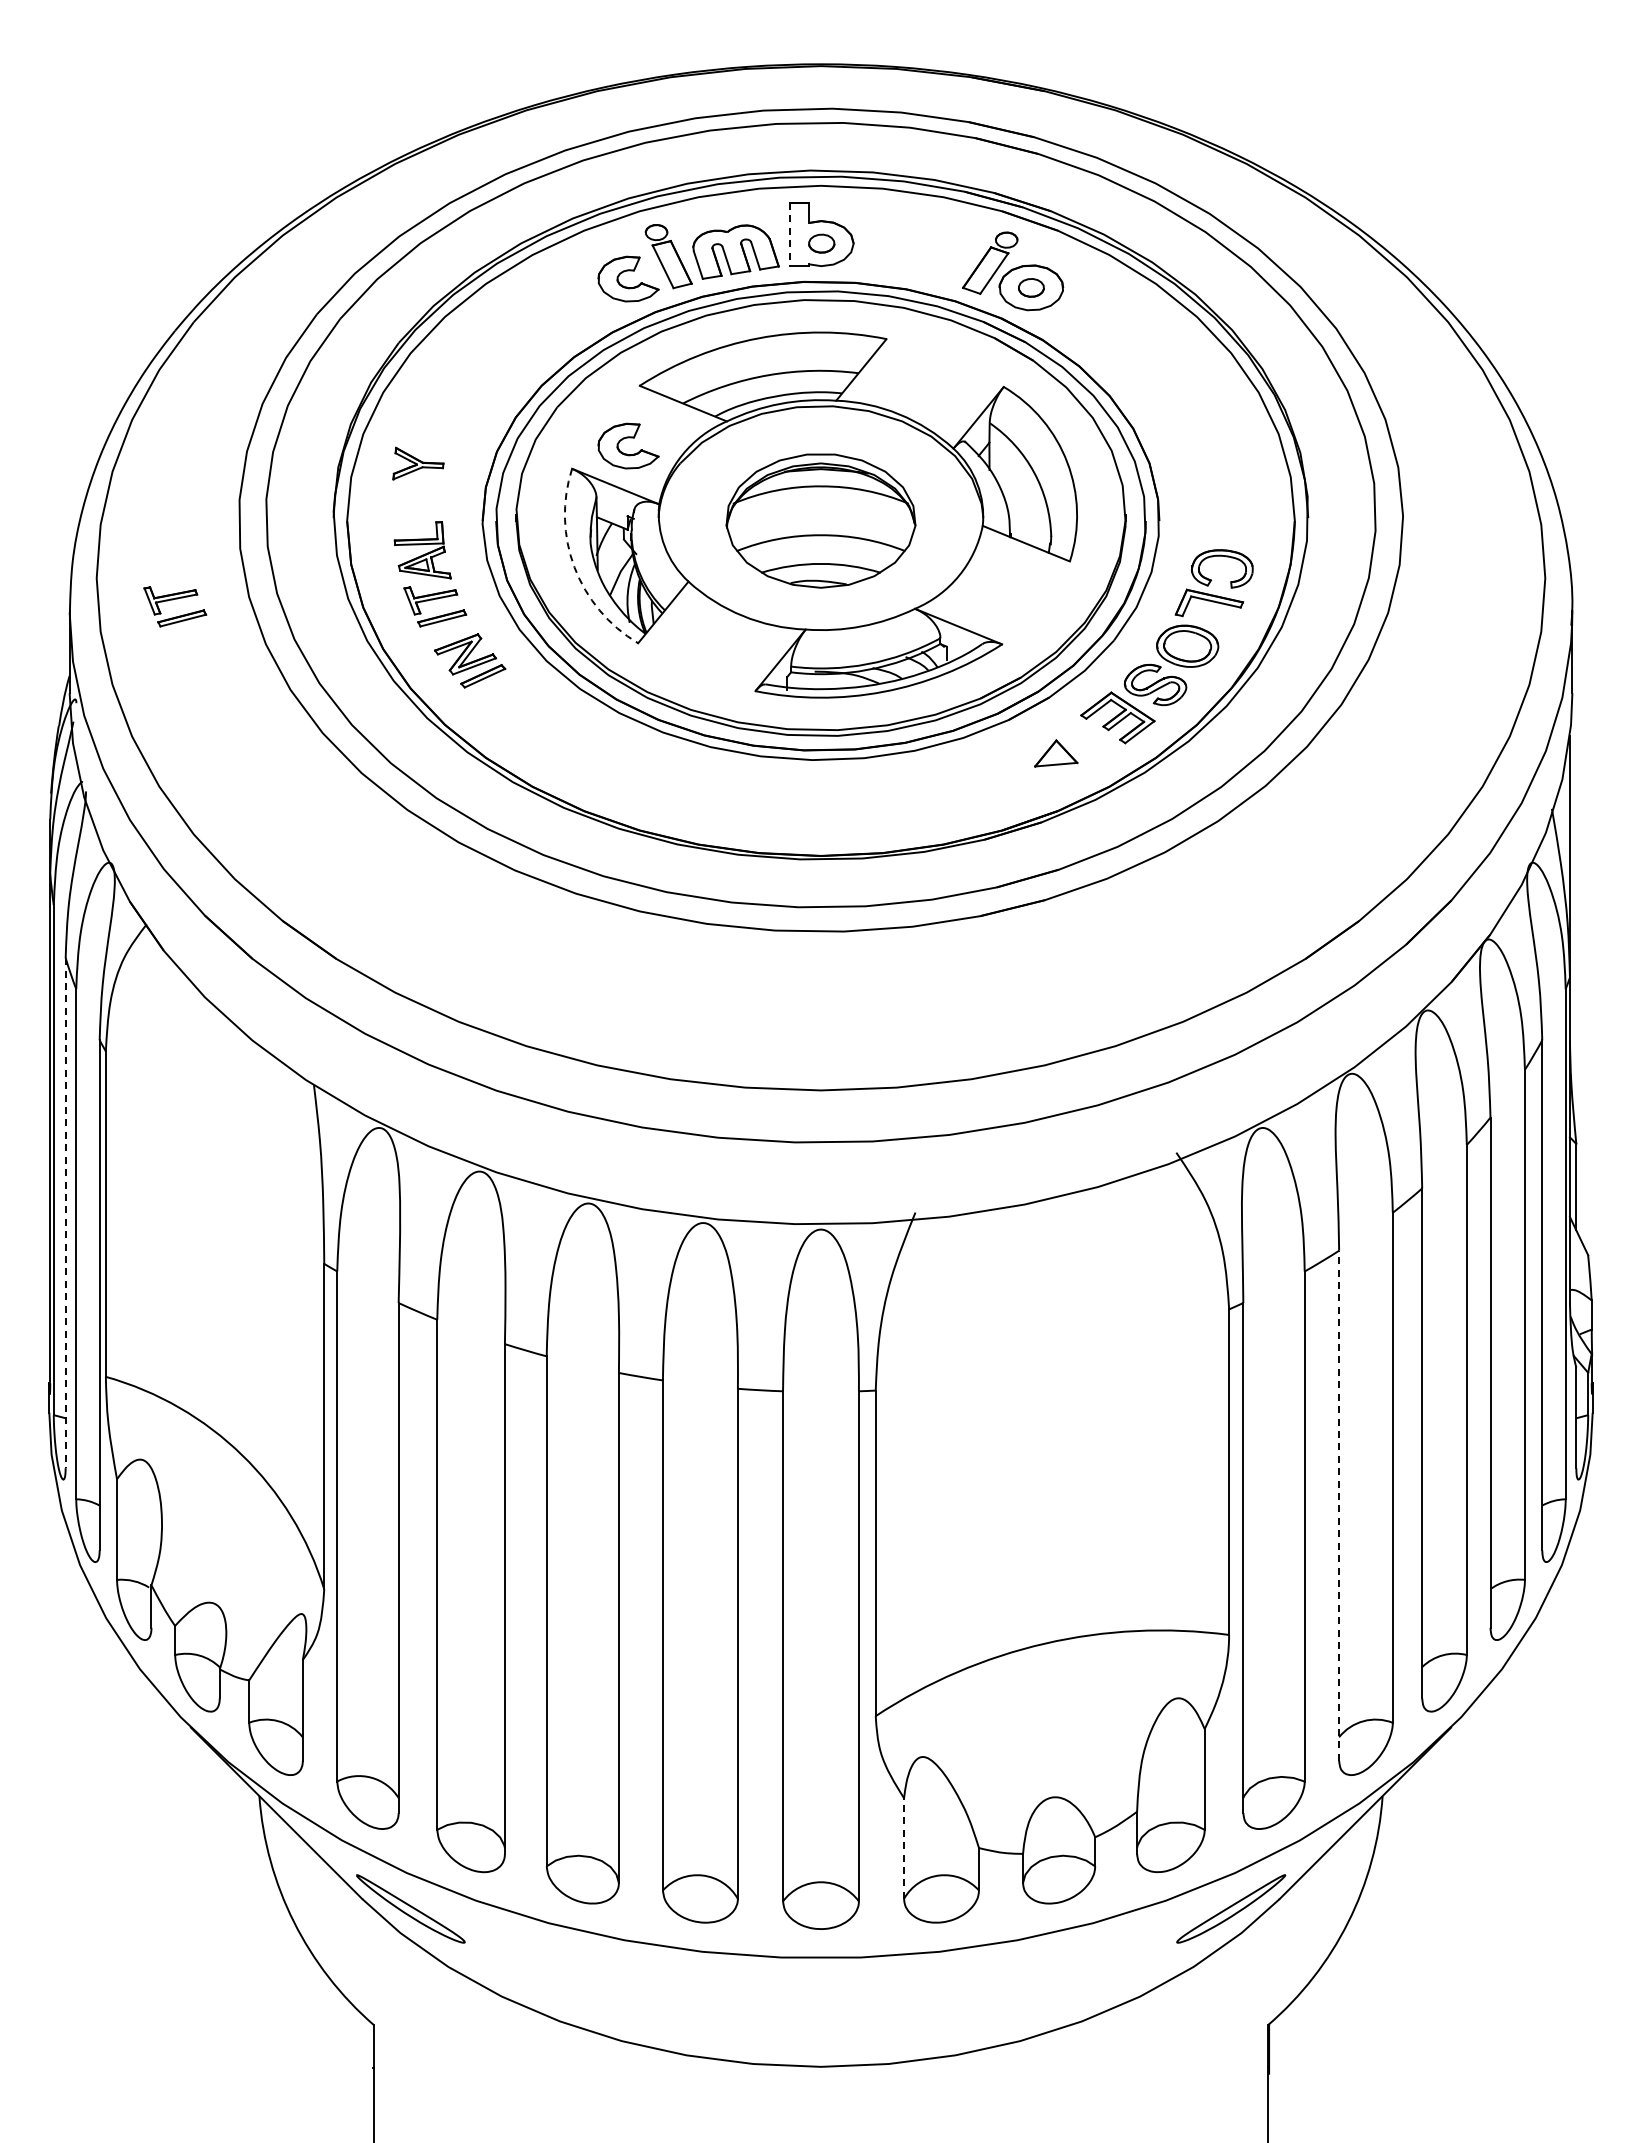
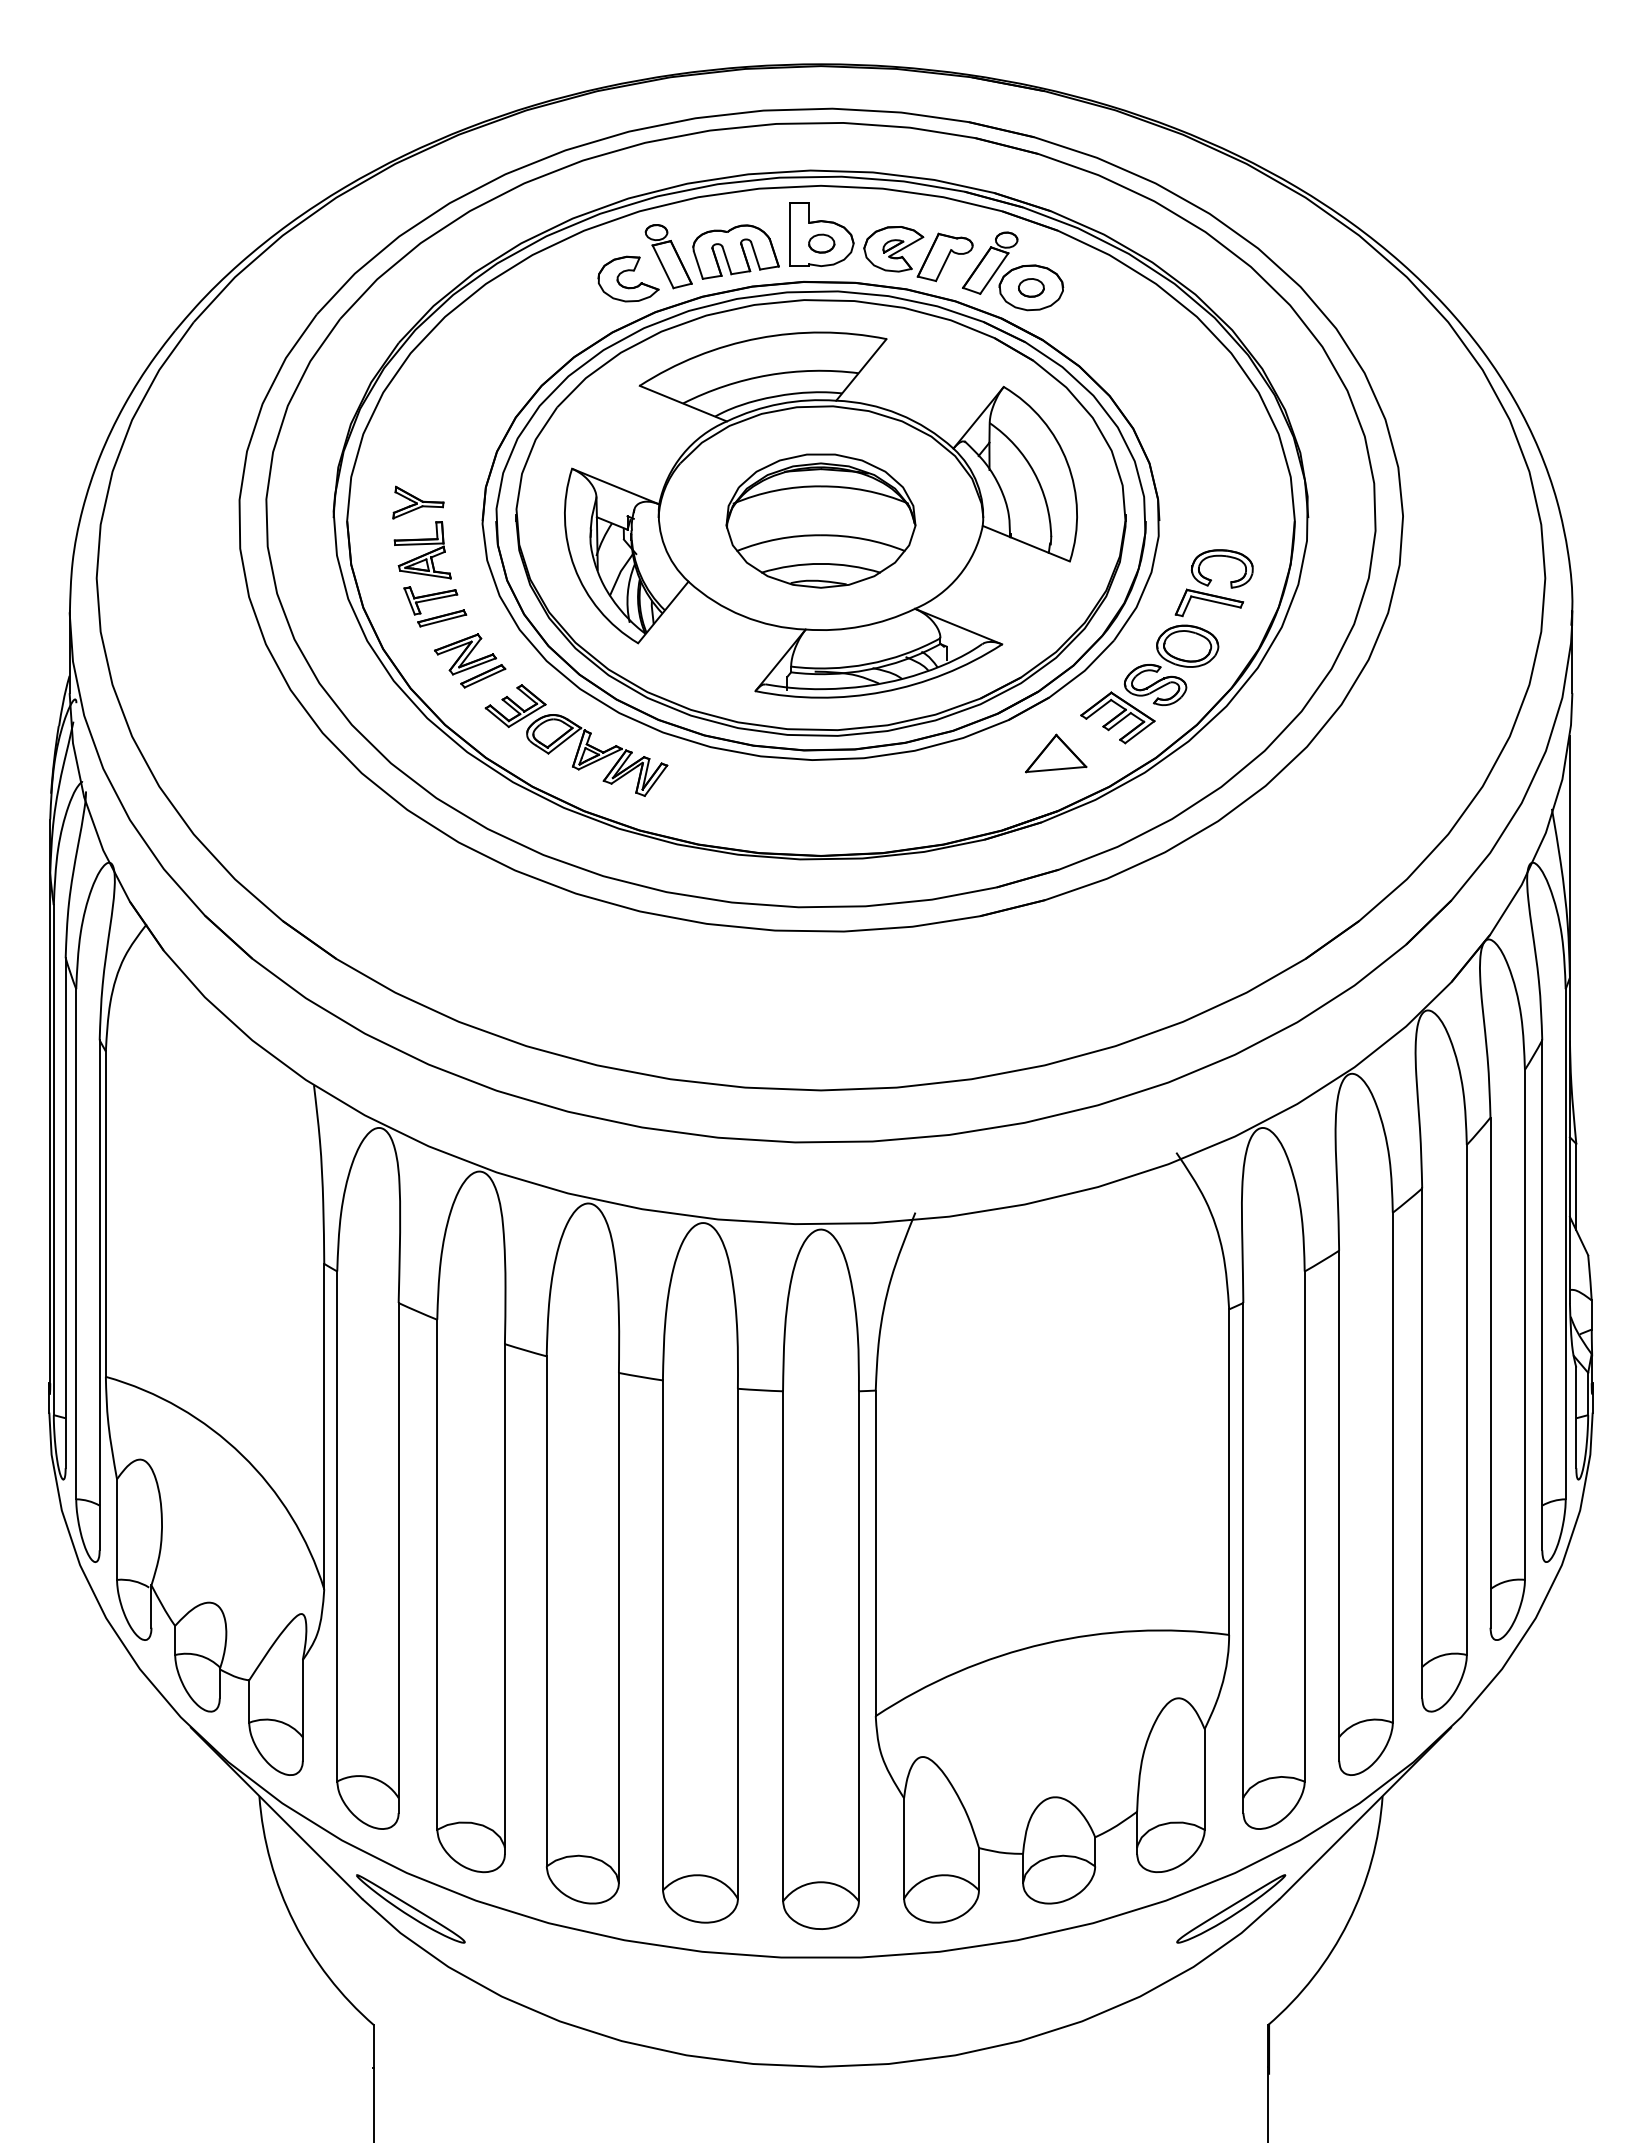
line at (789, 234): dashed -> solid
part at (925, 258): none -> present
part at (628, 438): present -> none
part at (418, 463) position: (418, 463) -> (418, 502)
arc at (574, 567): dashed -> solid
part at (173, 600): present -> none
part at (576, 740): none -> present
part at (1056, 753) size: 45x29 px -> 63x41 px
line at (65, 1213): dashed -> solid
line at (1339, 1505): dashed -> solid
line at (904, 1848): dashed -> solid
